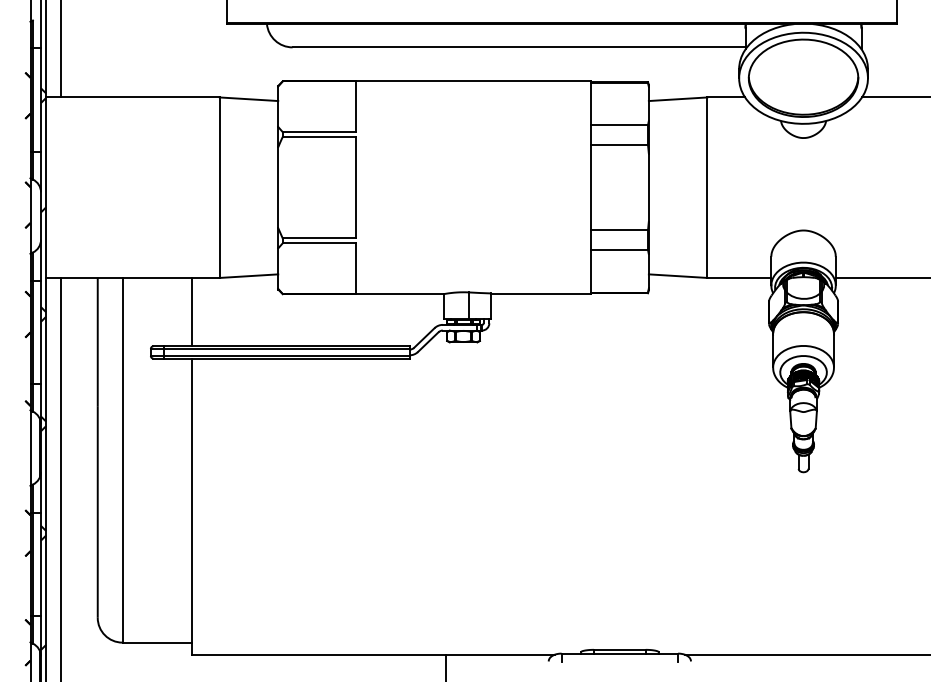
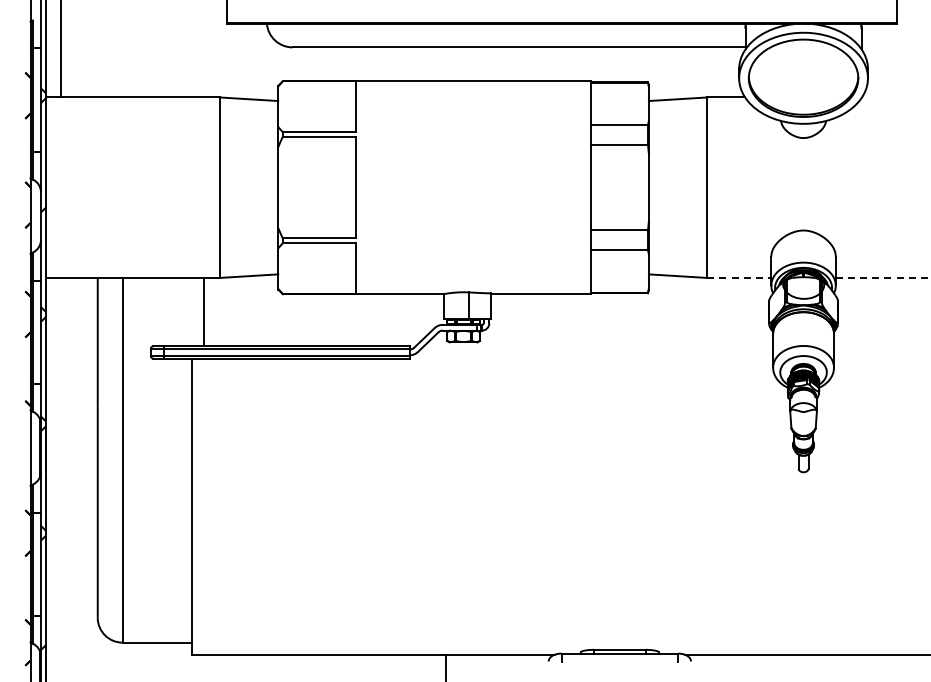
line at (894, 97): present -> none
line at (739, 277): solid -> dashed
line at (883, 277): solid -> dashed
line at (191, 311) position: (191, 311) -> (203, 311)
line at (60, 477): present -> none
